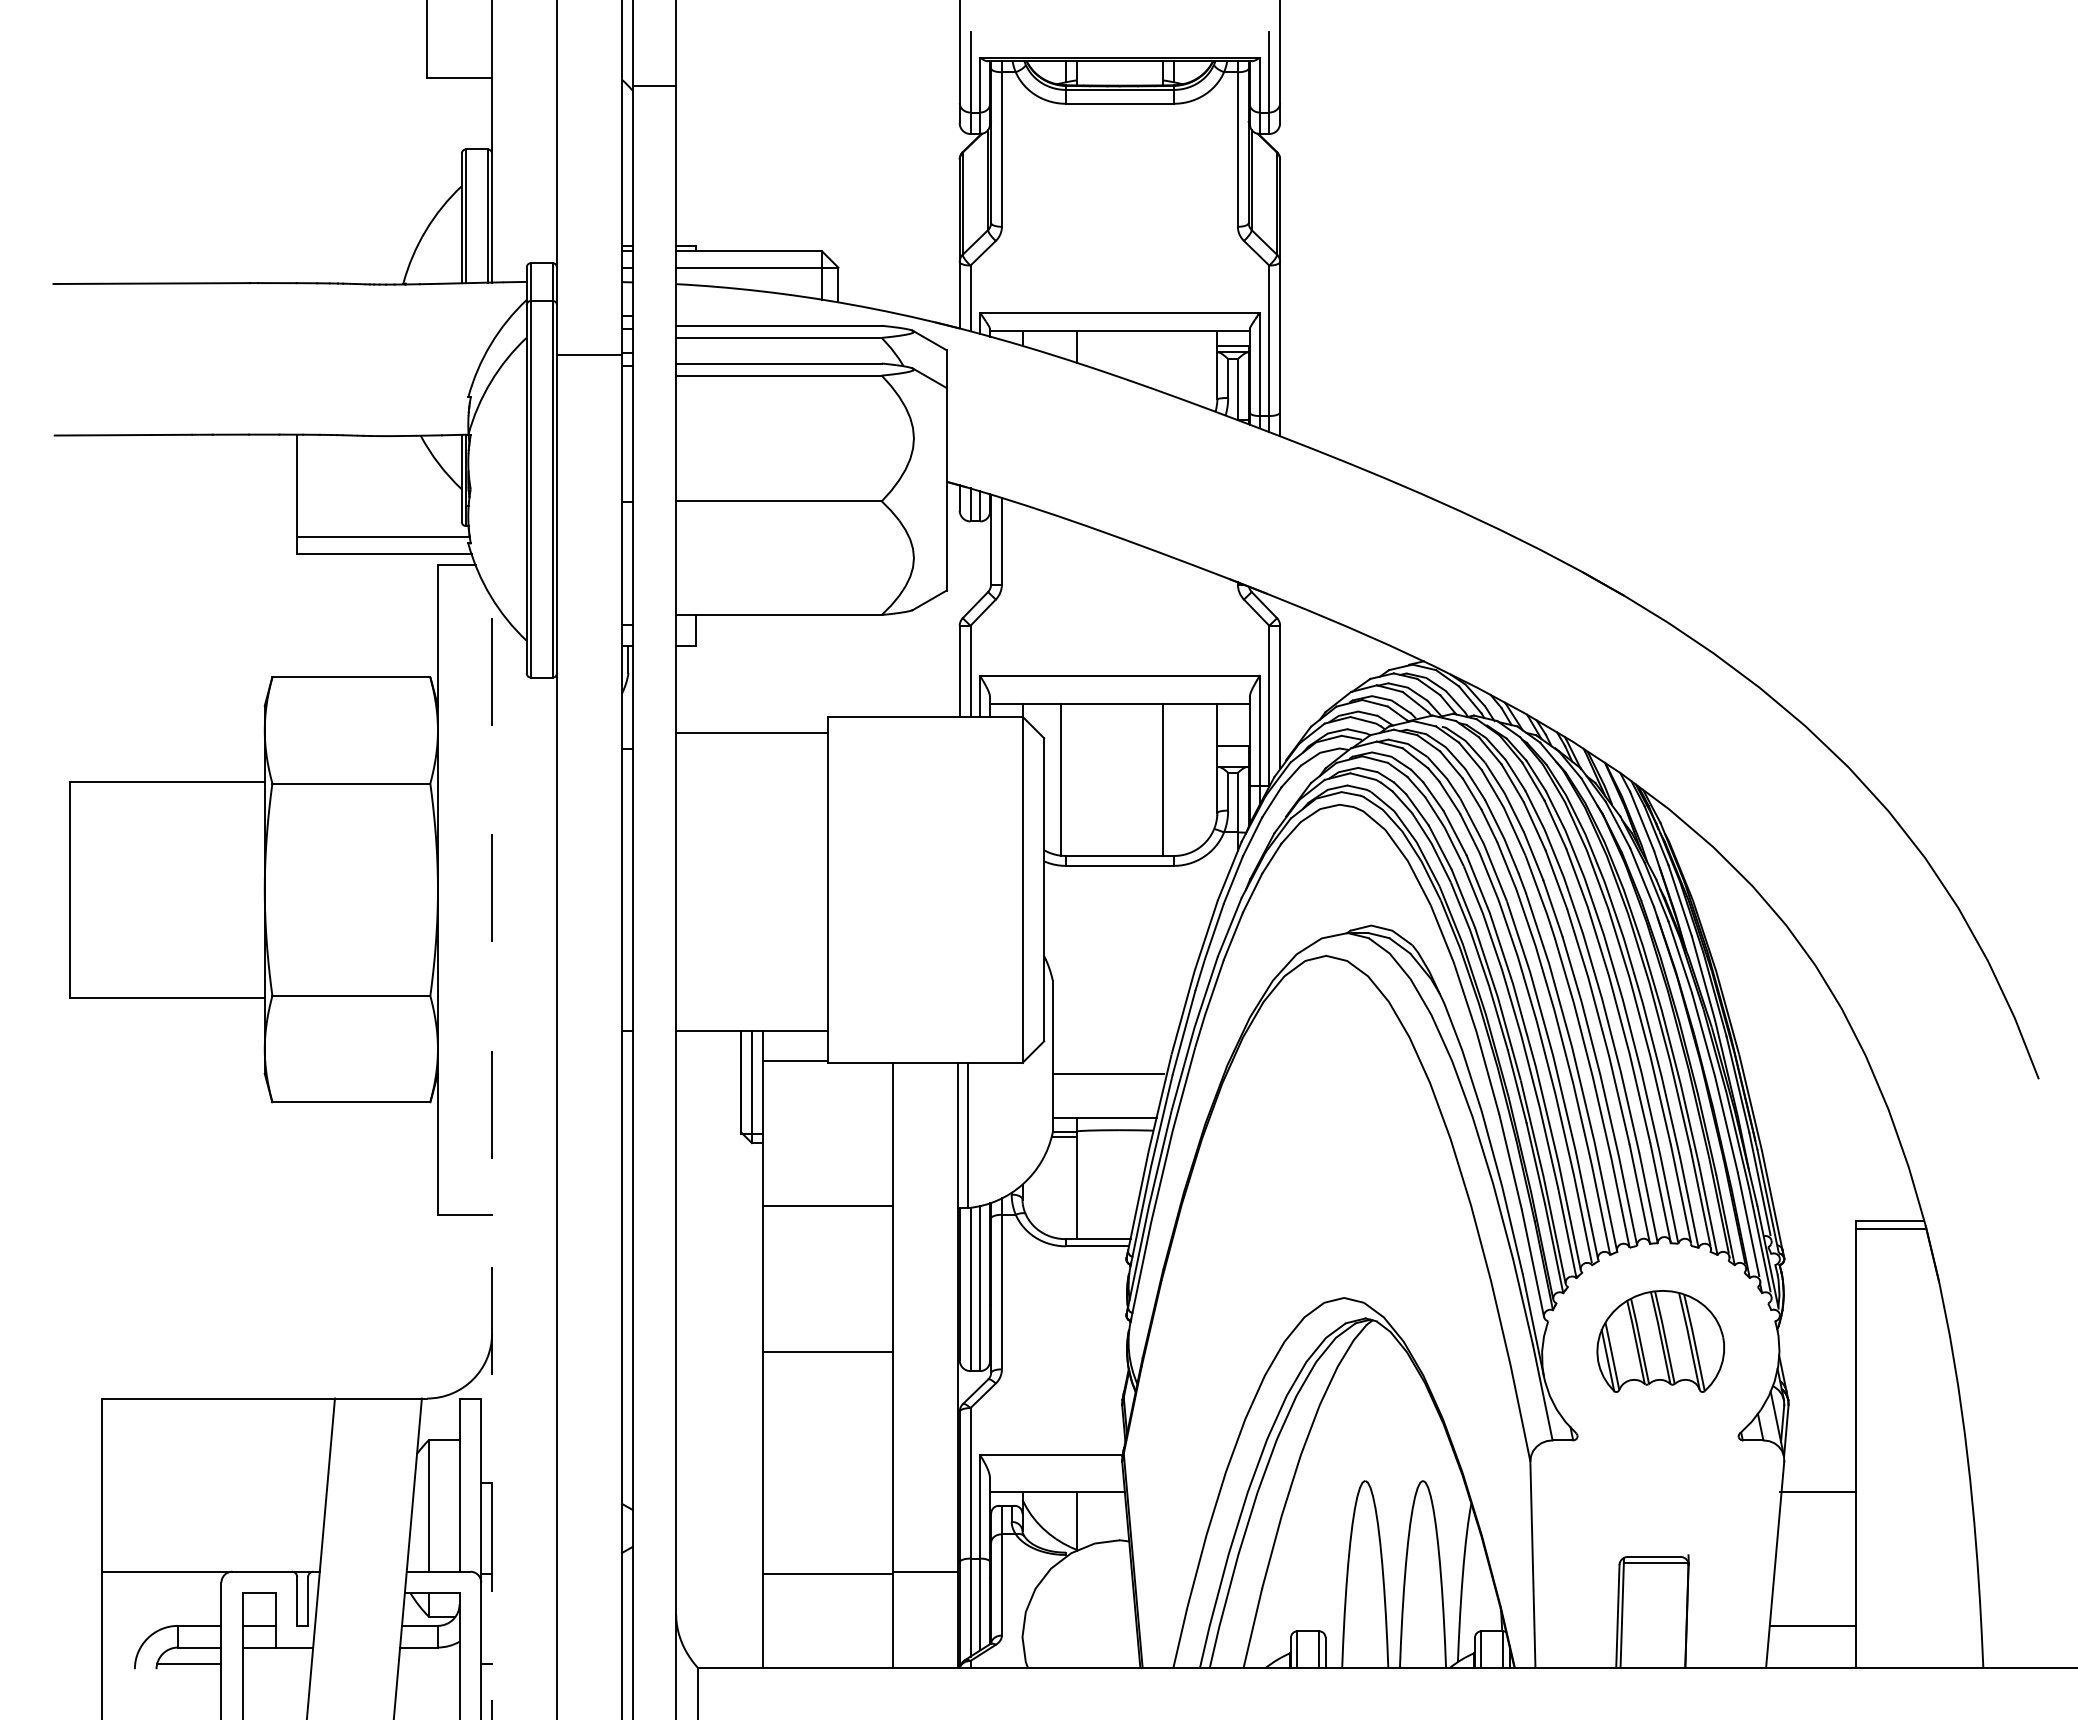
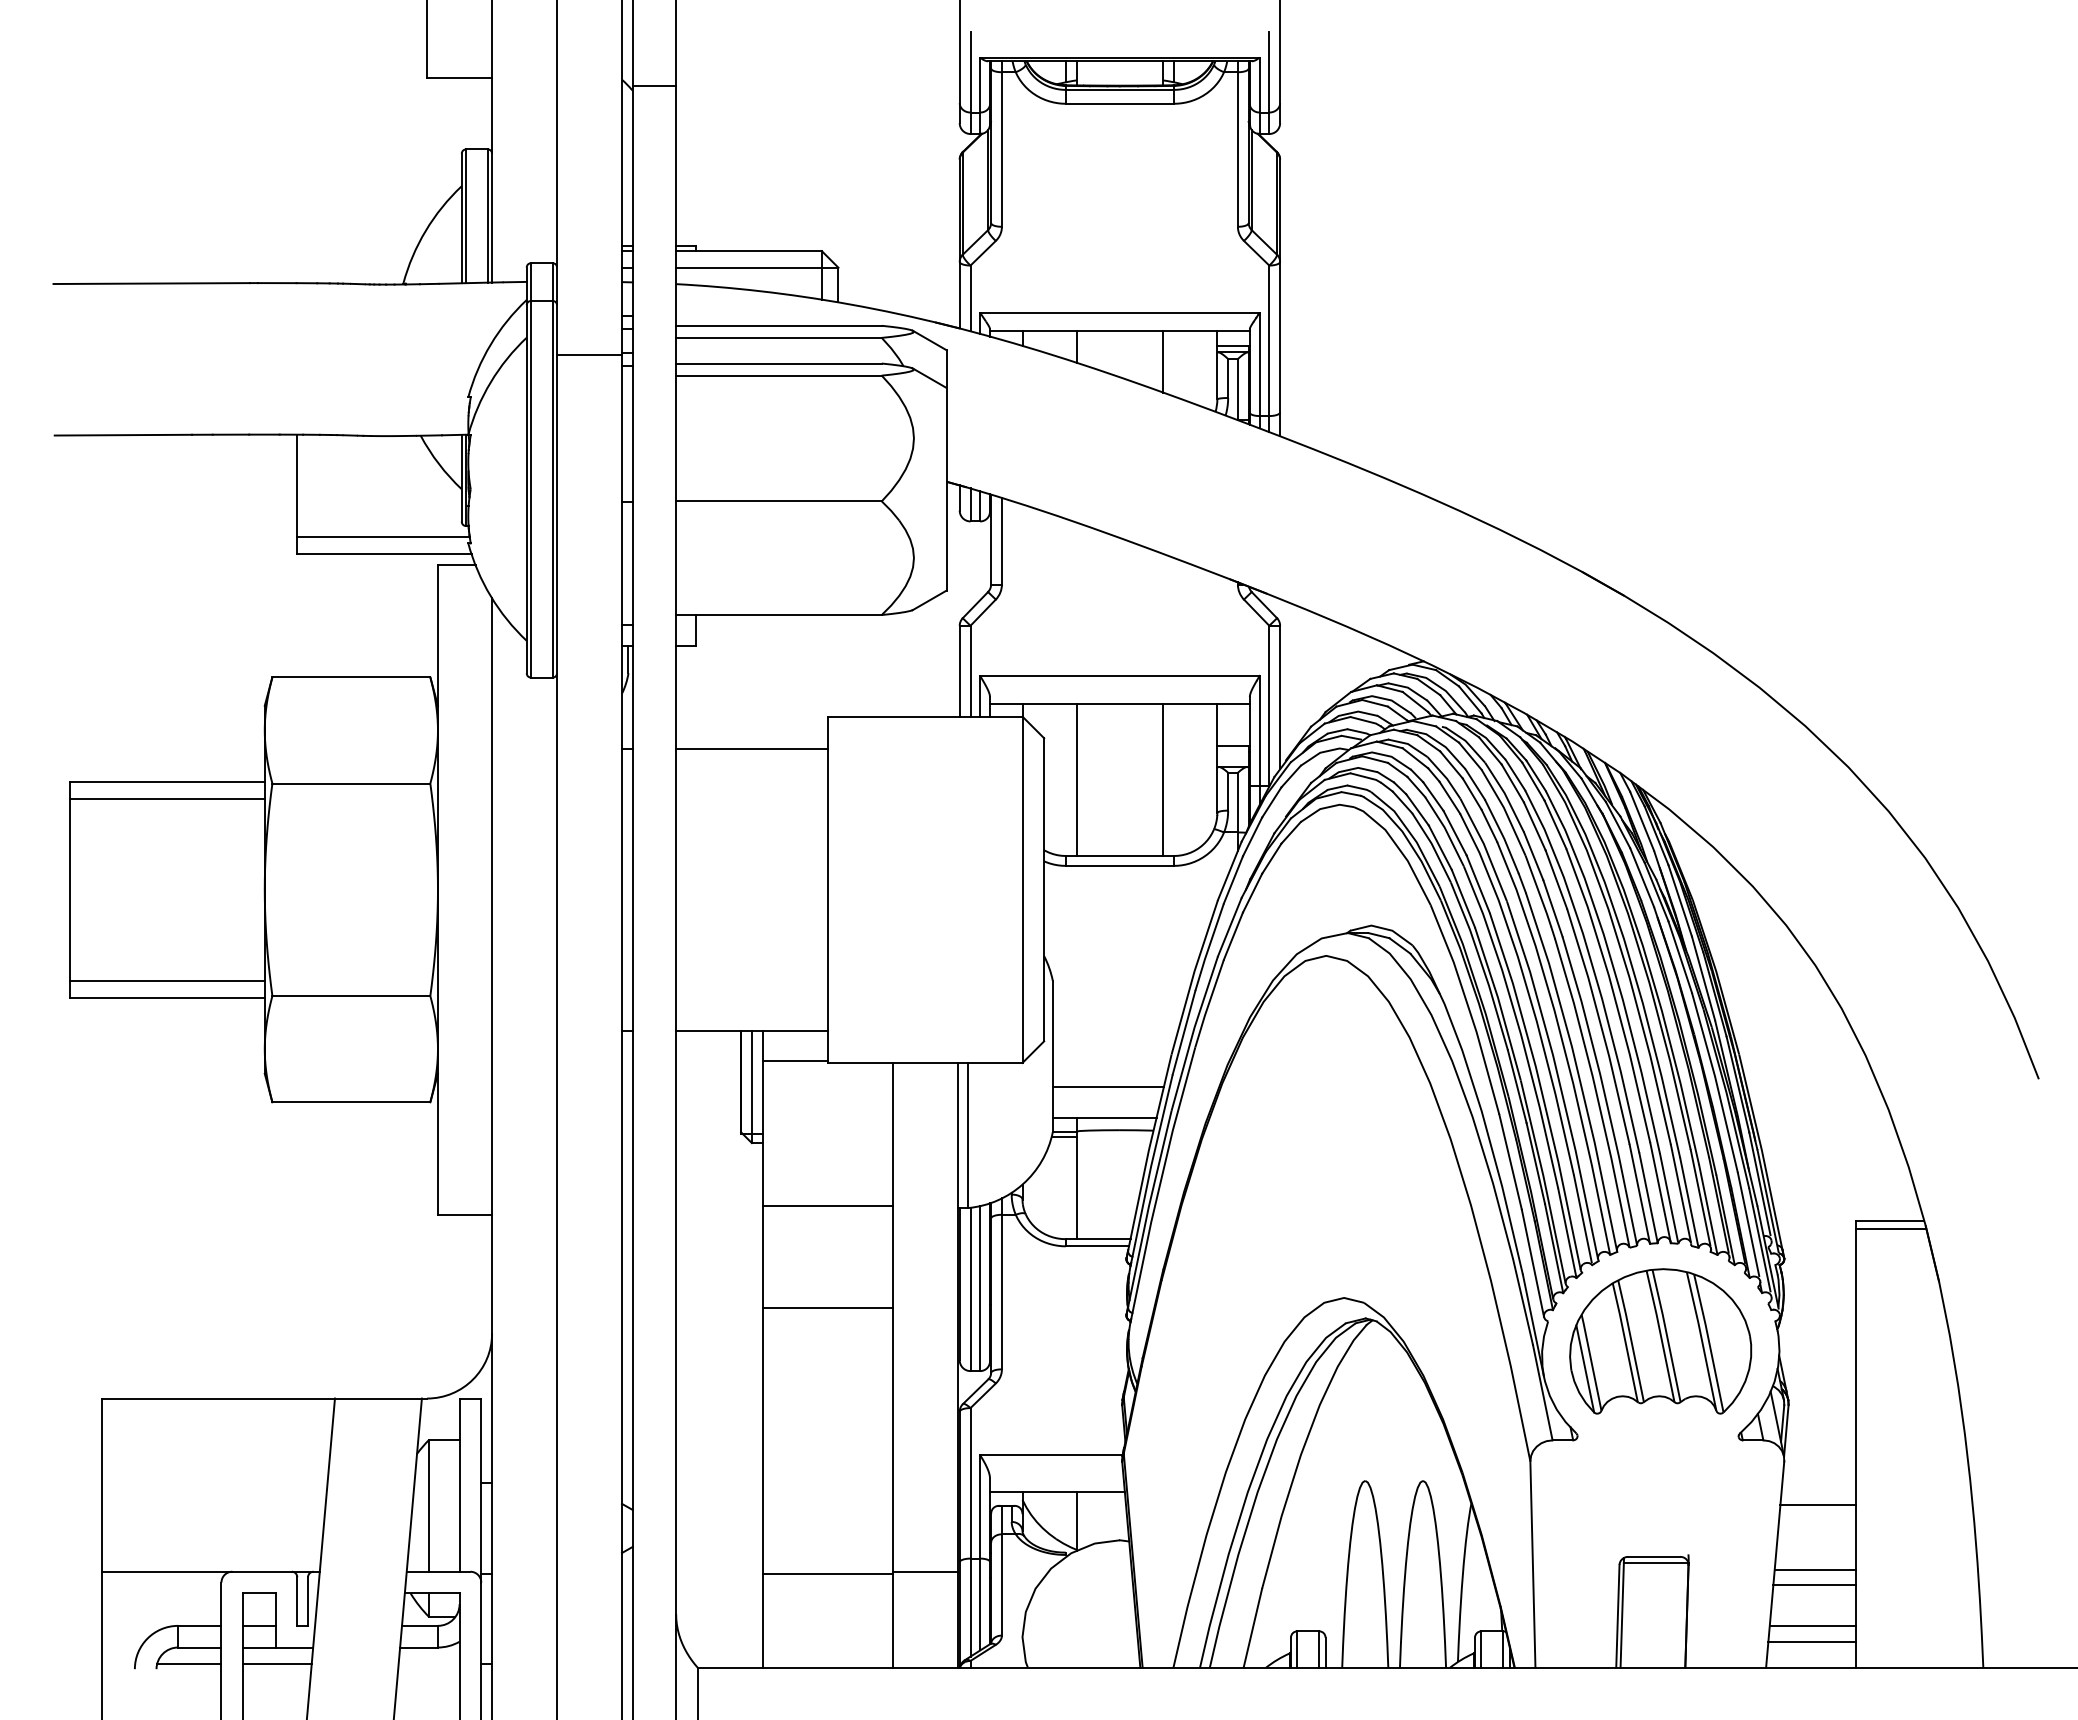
line at (1163, 361): none -> present
line at (751, 733) position: (751, 733) -> (751, 749)
line at (1060, 779) position: (1060, 779) -> (1076, 779)
line at (166, 799): none -> present
line at (166, 980): none -> present
line at (1107, 1074) position: (1107, 1074) -> (1107, 1087)
line at (492, 1158): dashed -> solid
part at (1660, 1341) size: 129x103 px -> 184x147 px
line at (827, 1351) position: (827, 1351) -> (827, 1307)
line at (1817, 1491) position: (1817, 1491) -> (1817, 1504)
line at (1814, 1569): none -> present
line at (1814, 1585): none -> present
line at (1811, 1641): none -> present
line at (277, 1663): none -> present
